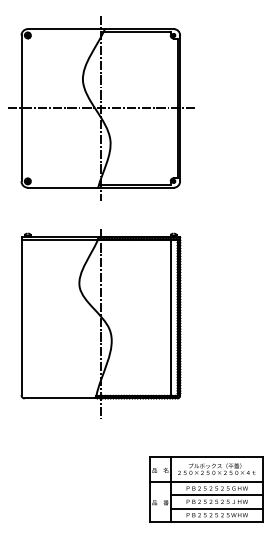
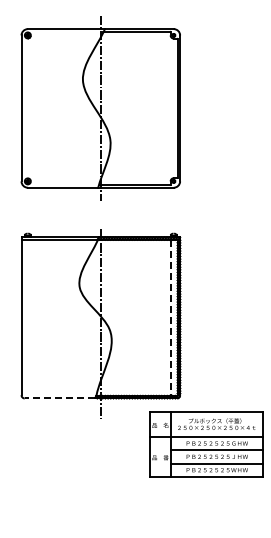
line at (102, 108): present -> none
line at (170, 318): solid -> dashed
line at (59, 398): solid -> dashed
part at (206, 489) position: (206, 489) -> (206, 444)
